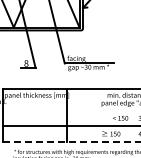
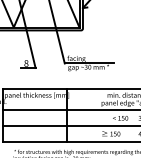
line at (69, 109): none -> present
line at (71, 142): dashed -> solid
